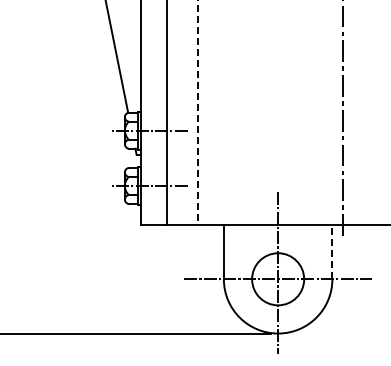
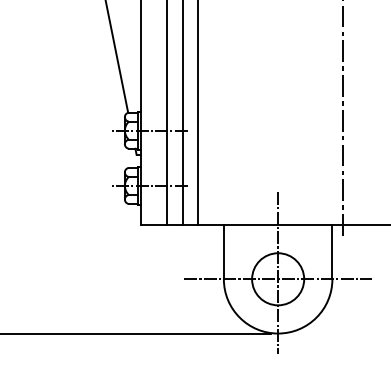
line at (182, 113): none -> present
line at (198, 113): dashed -> solid
line at (332, 251): dashed -> solid
